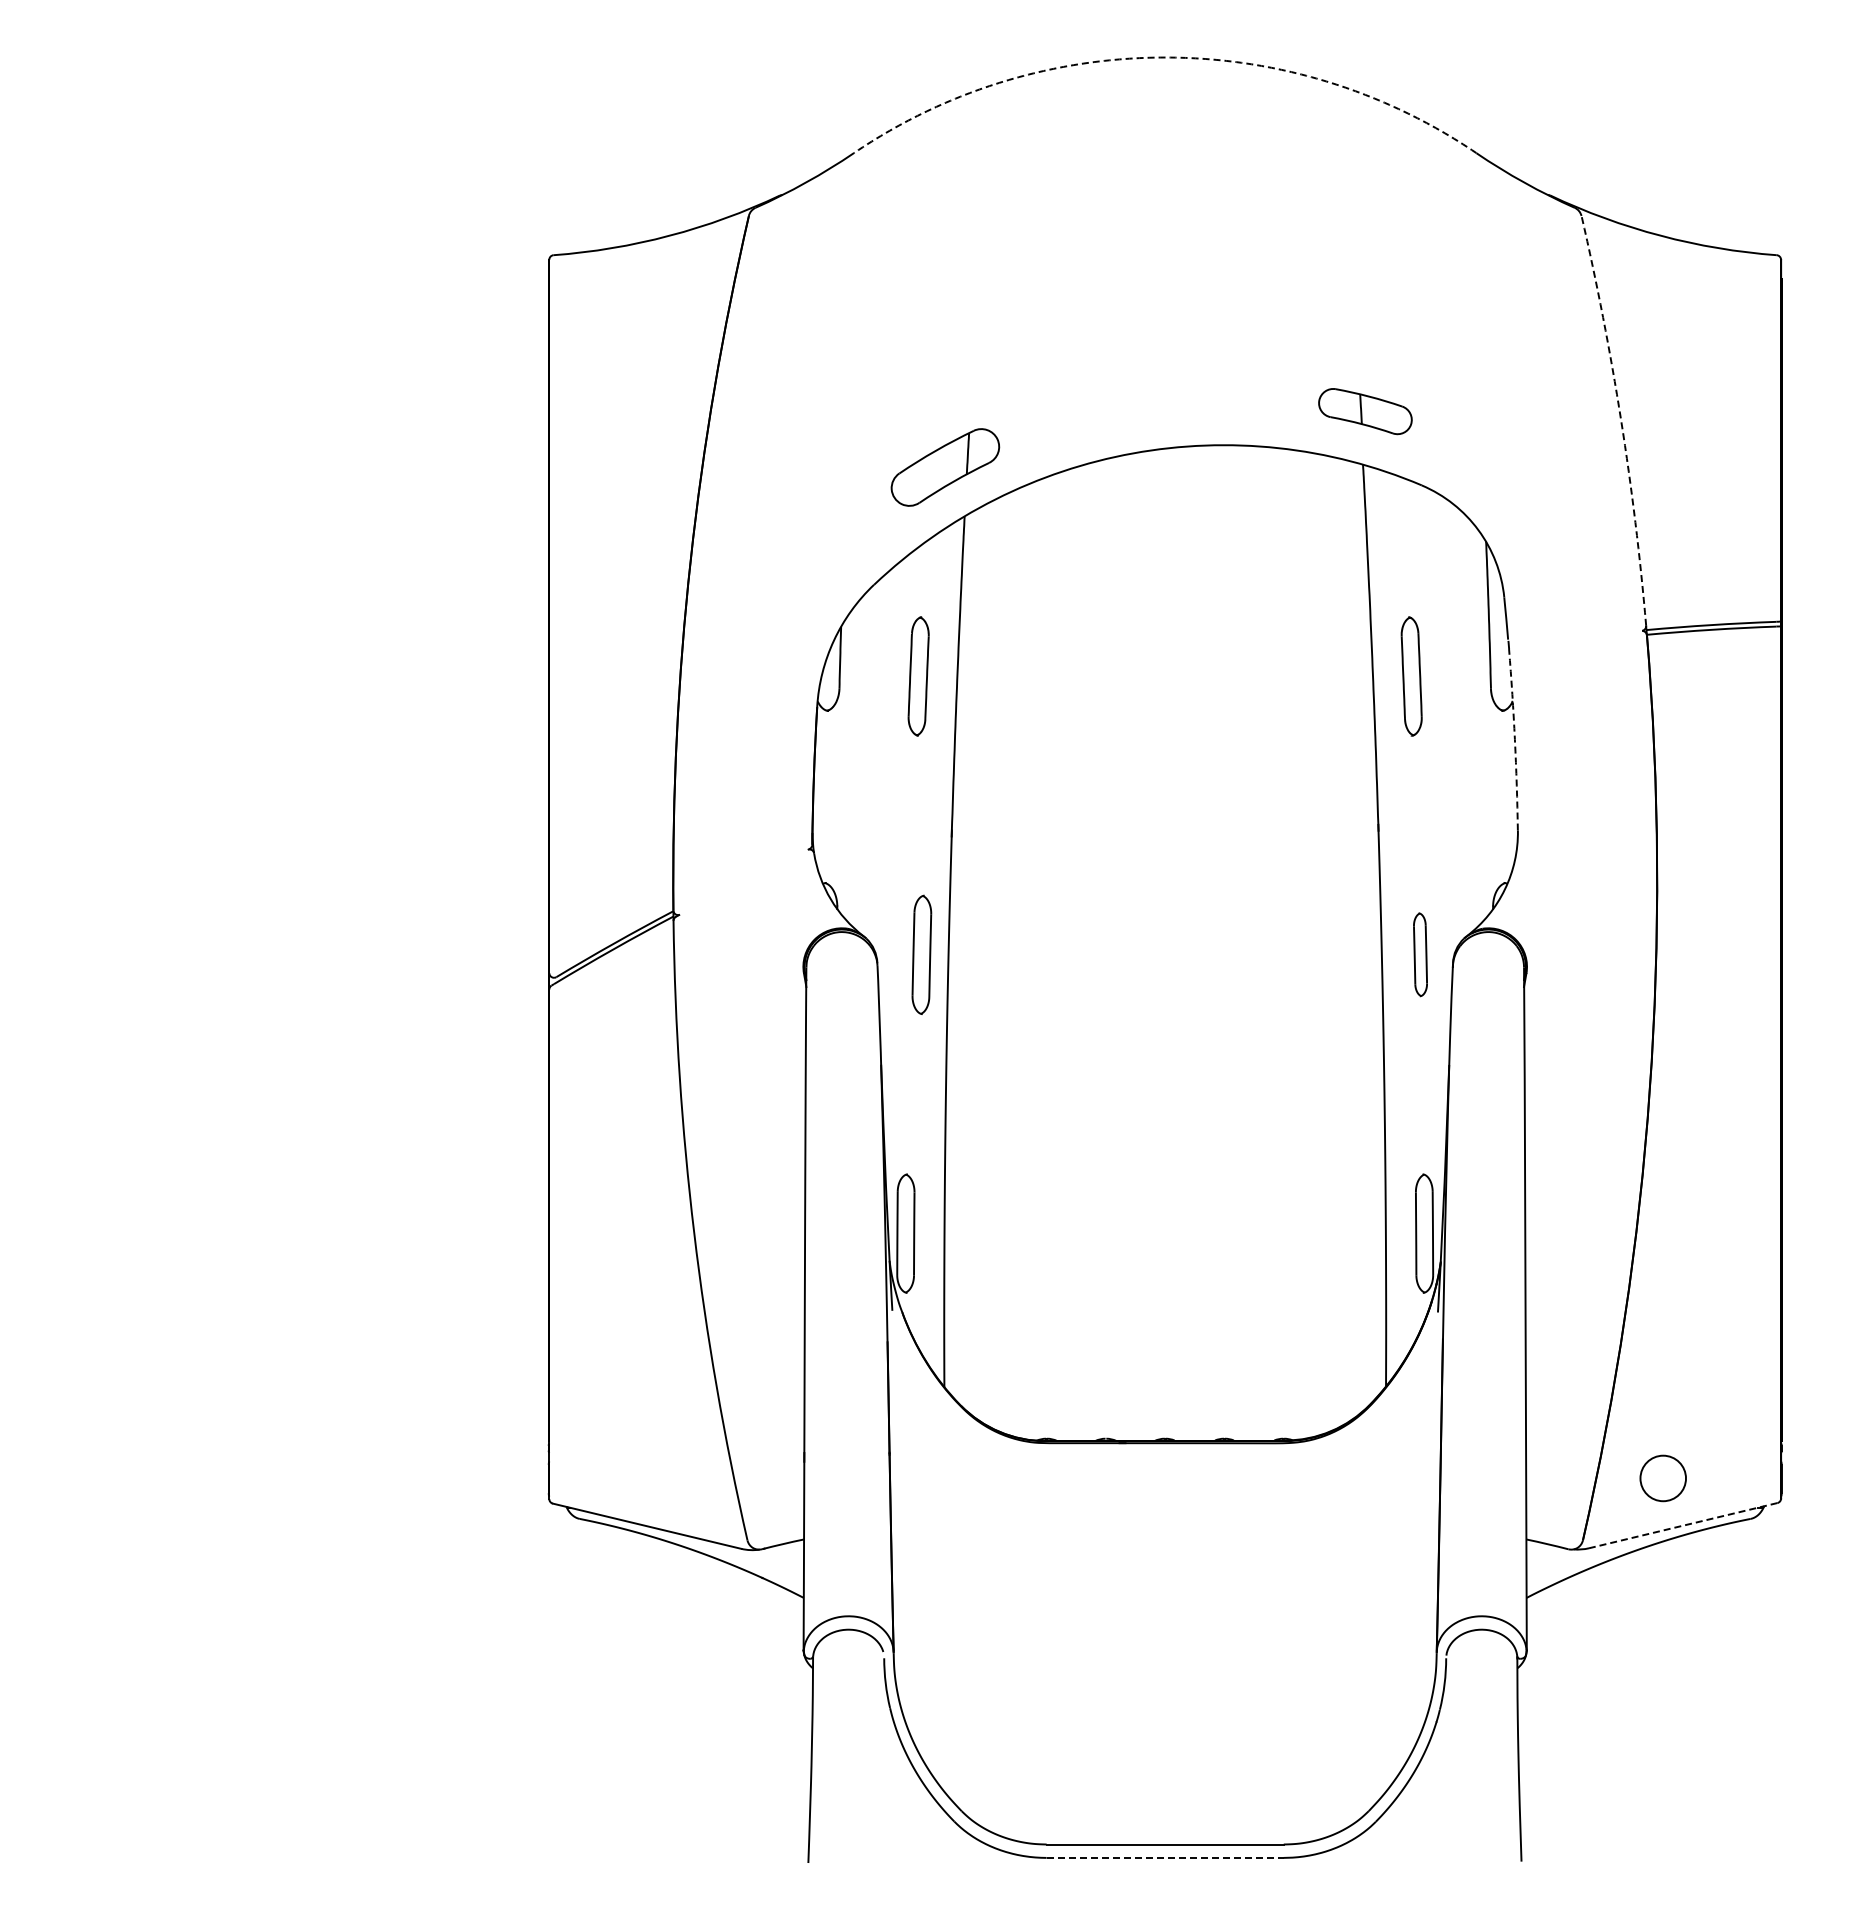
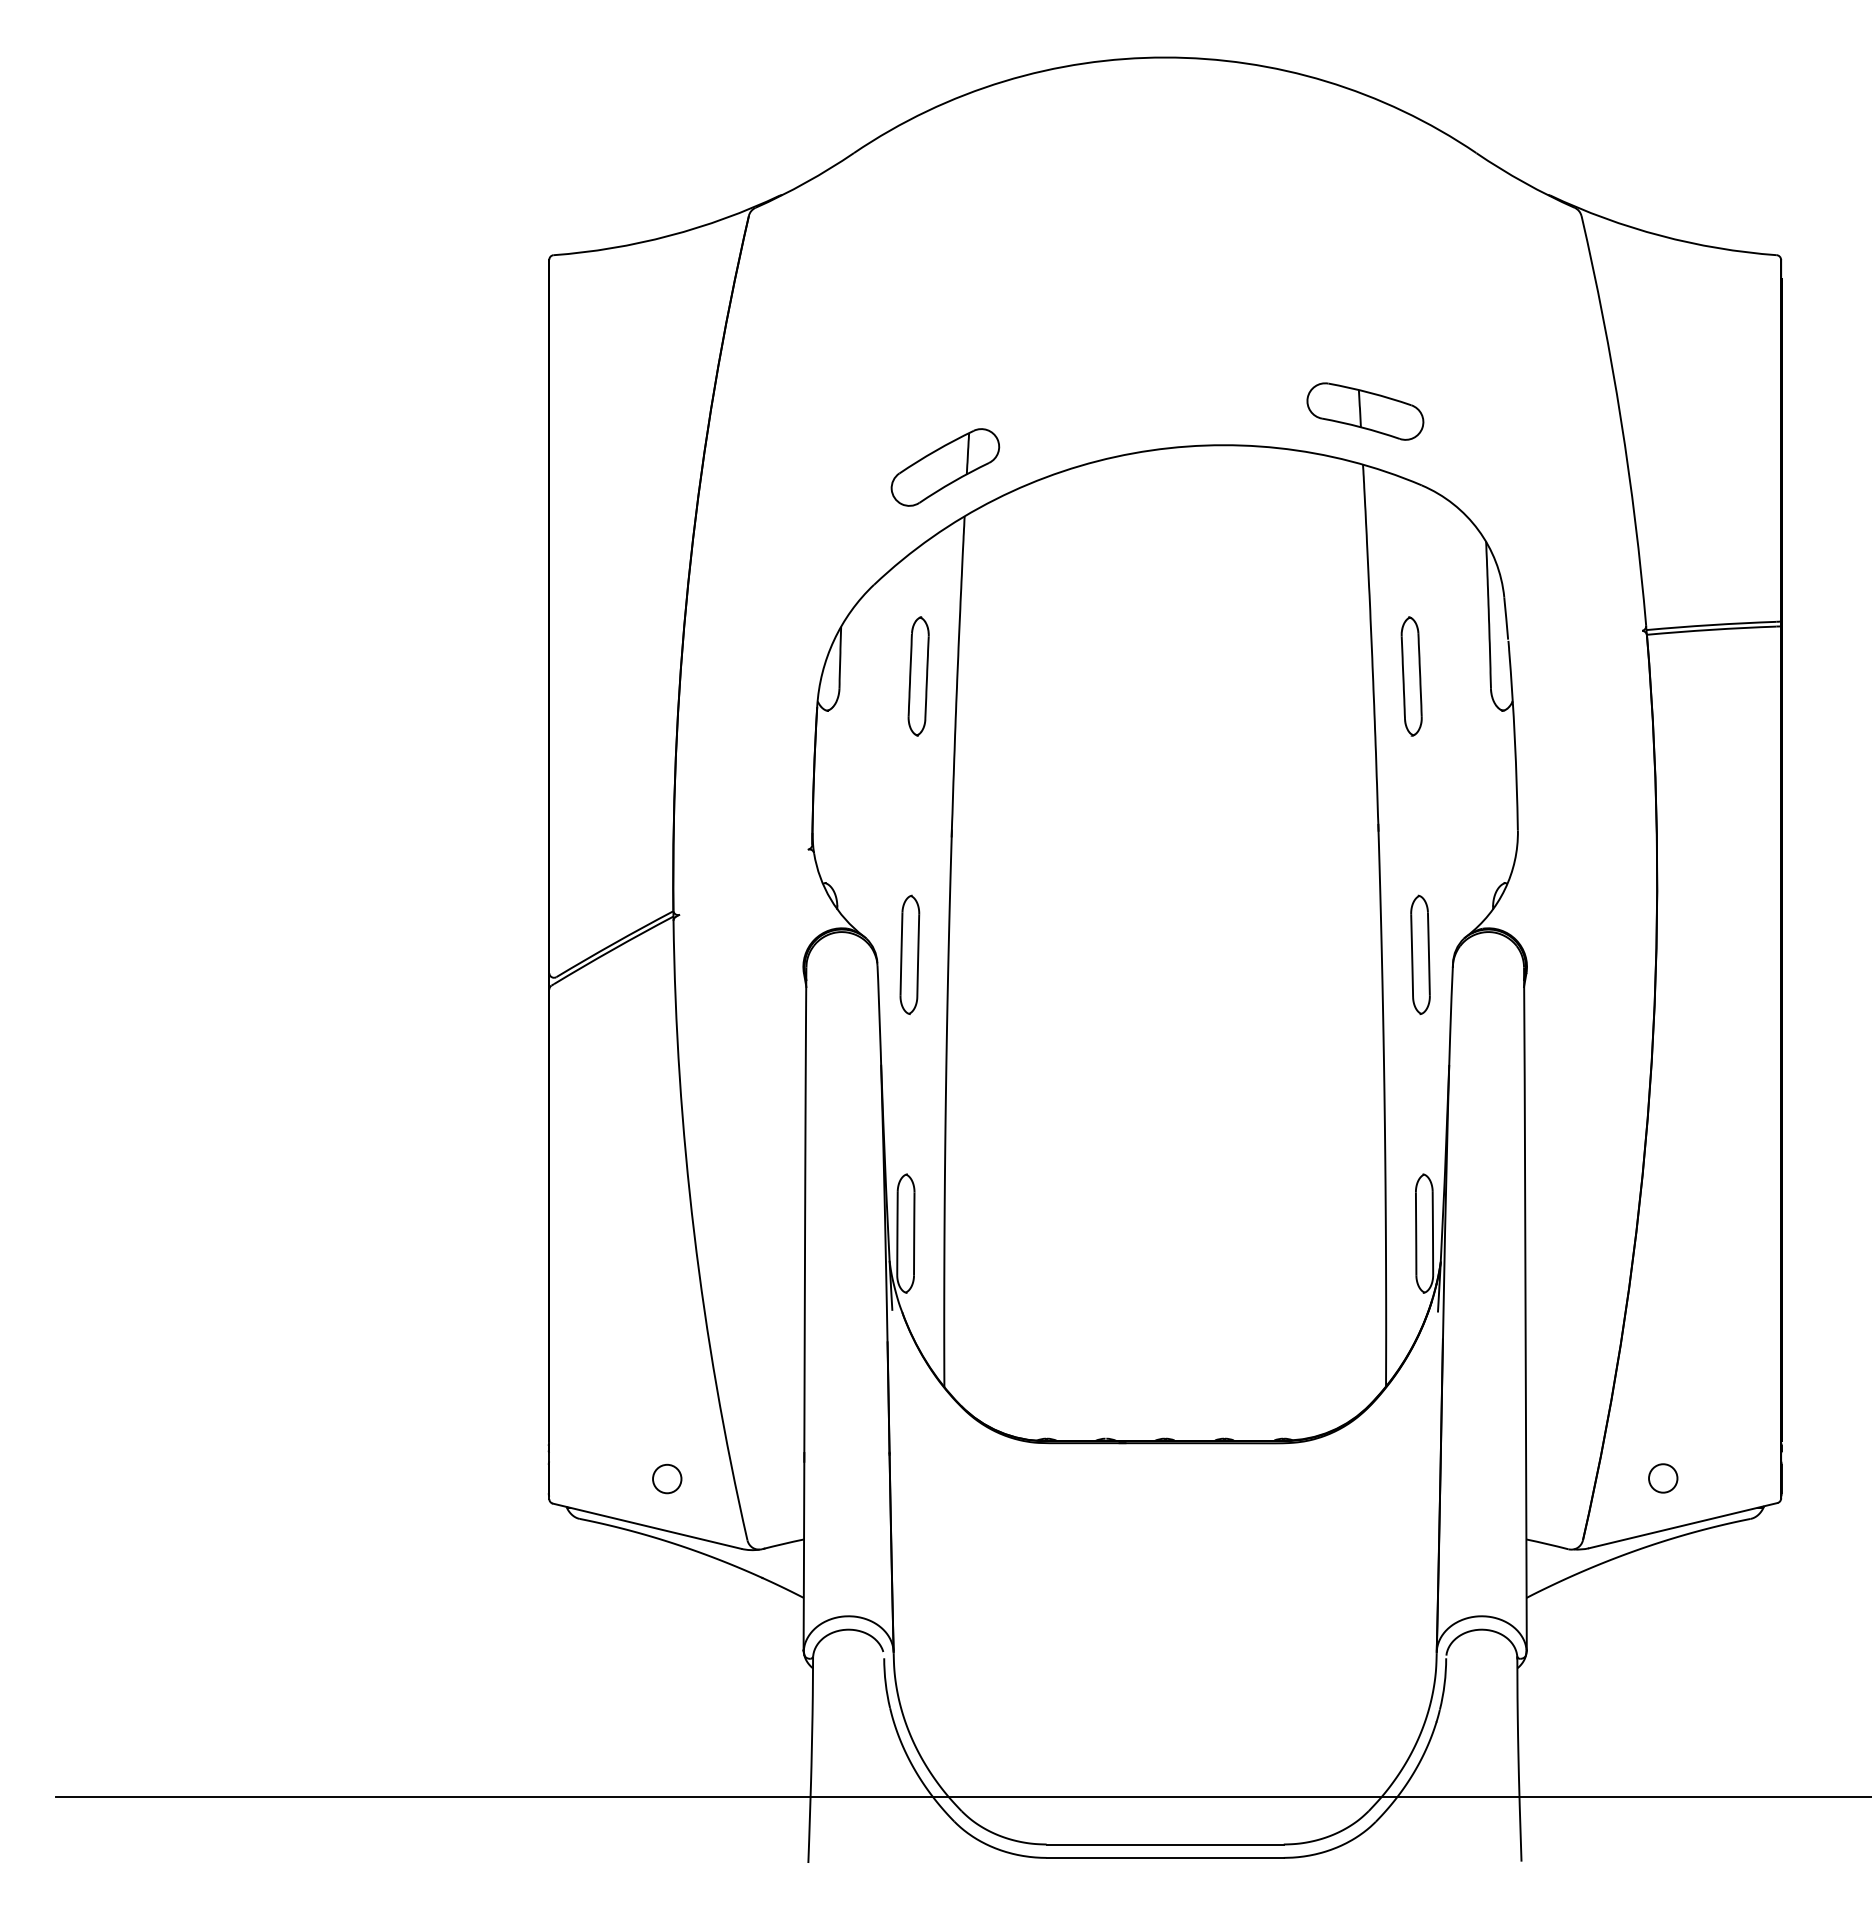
arc at (1165, 57): dashed -> solid
part at (1365, 411) size: 95x48 px -> 119x59 px
arc at (1621, 419): dashed -> solid
arc at (1514, 739): dashed -> solid
part at (921, 954) position: (921, 954) -> (909, 954)
part at (1420, 954) size: 15x86 px -> 21x121 px
circle at (667, 1478): none -> present
circle at (1663, 1478) diameter: 46 px -> 28 px
line at (1683, 1525): dashed -> solid
line at (962, 1796): none -> present
line at (1165, 1857): dashed -> solid
